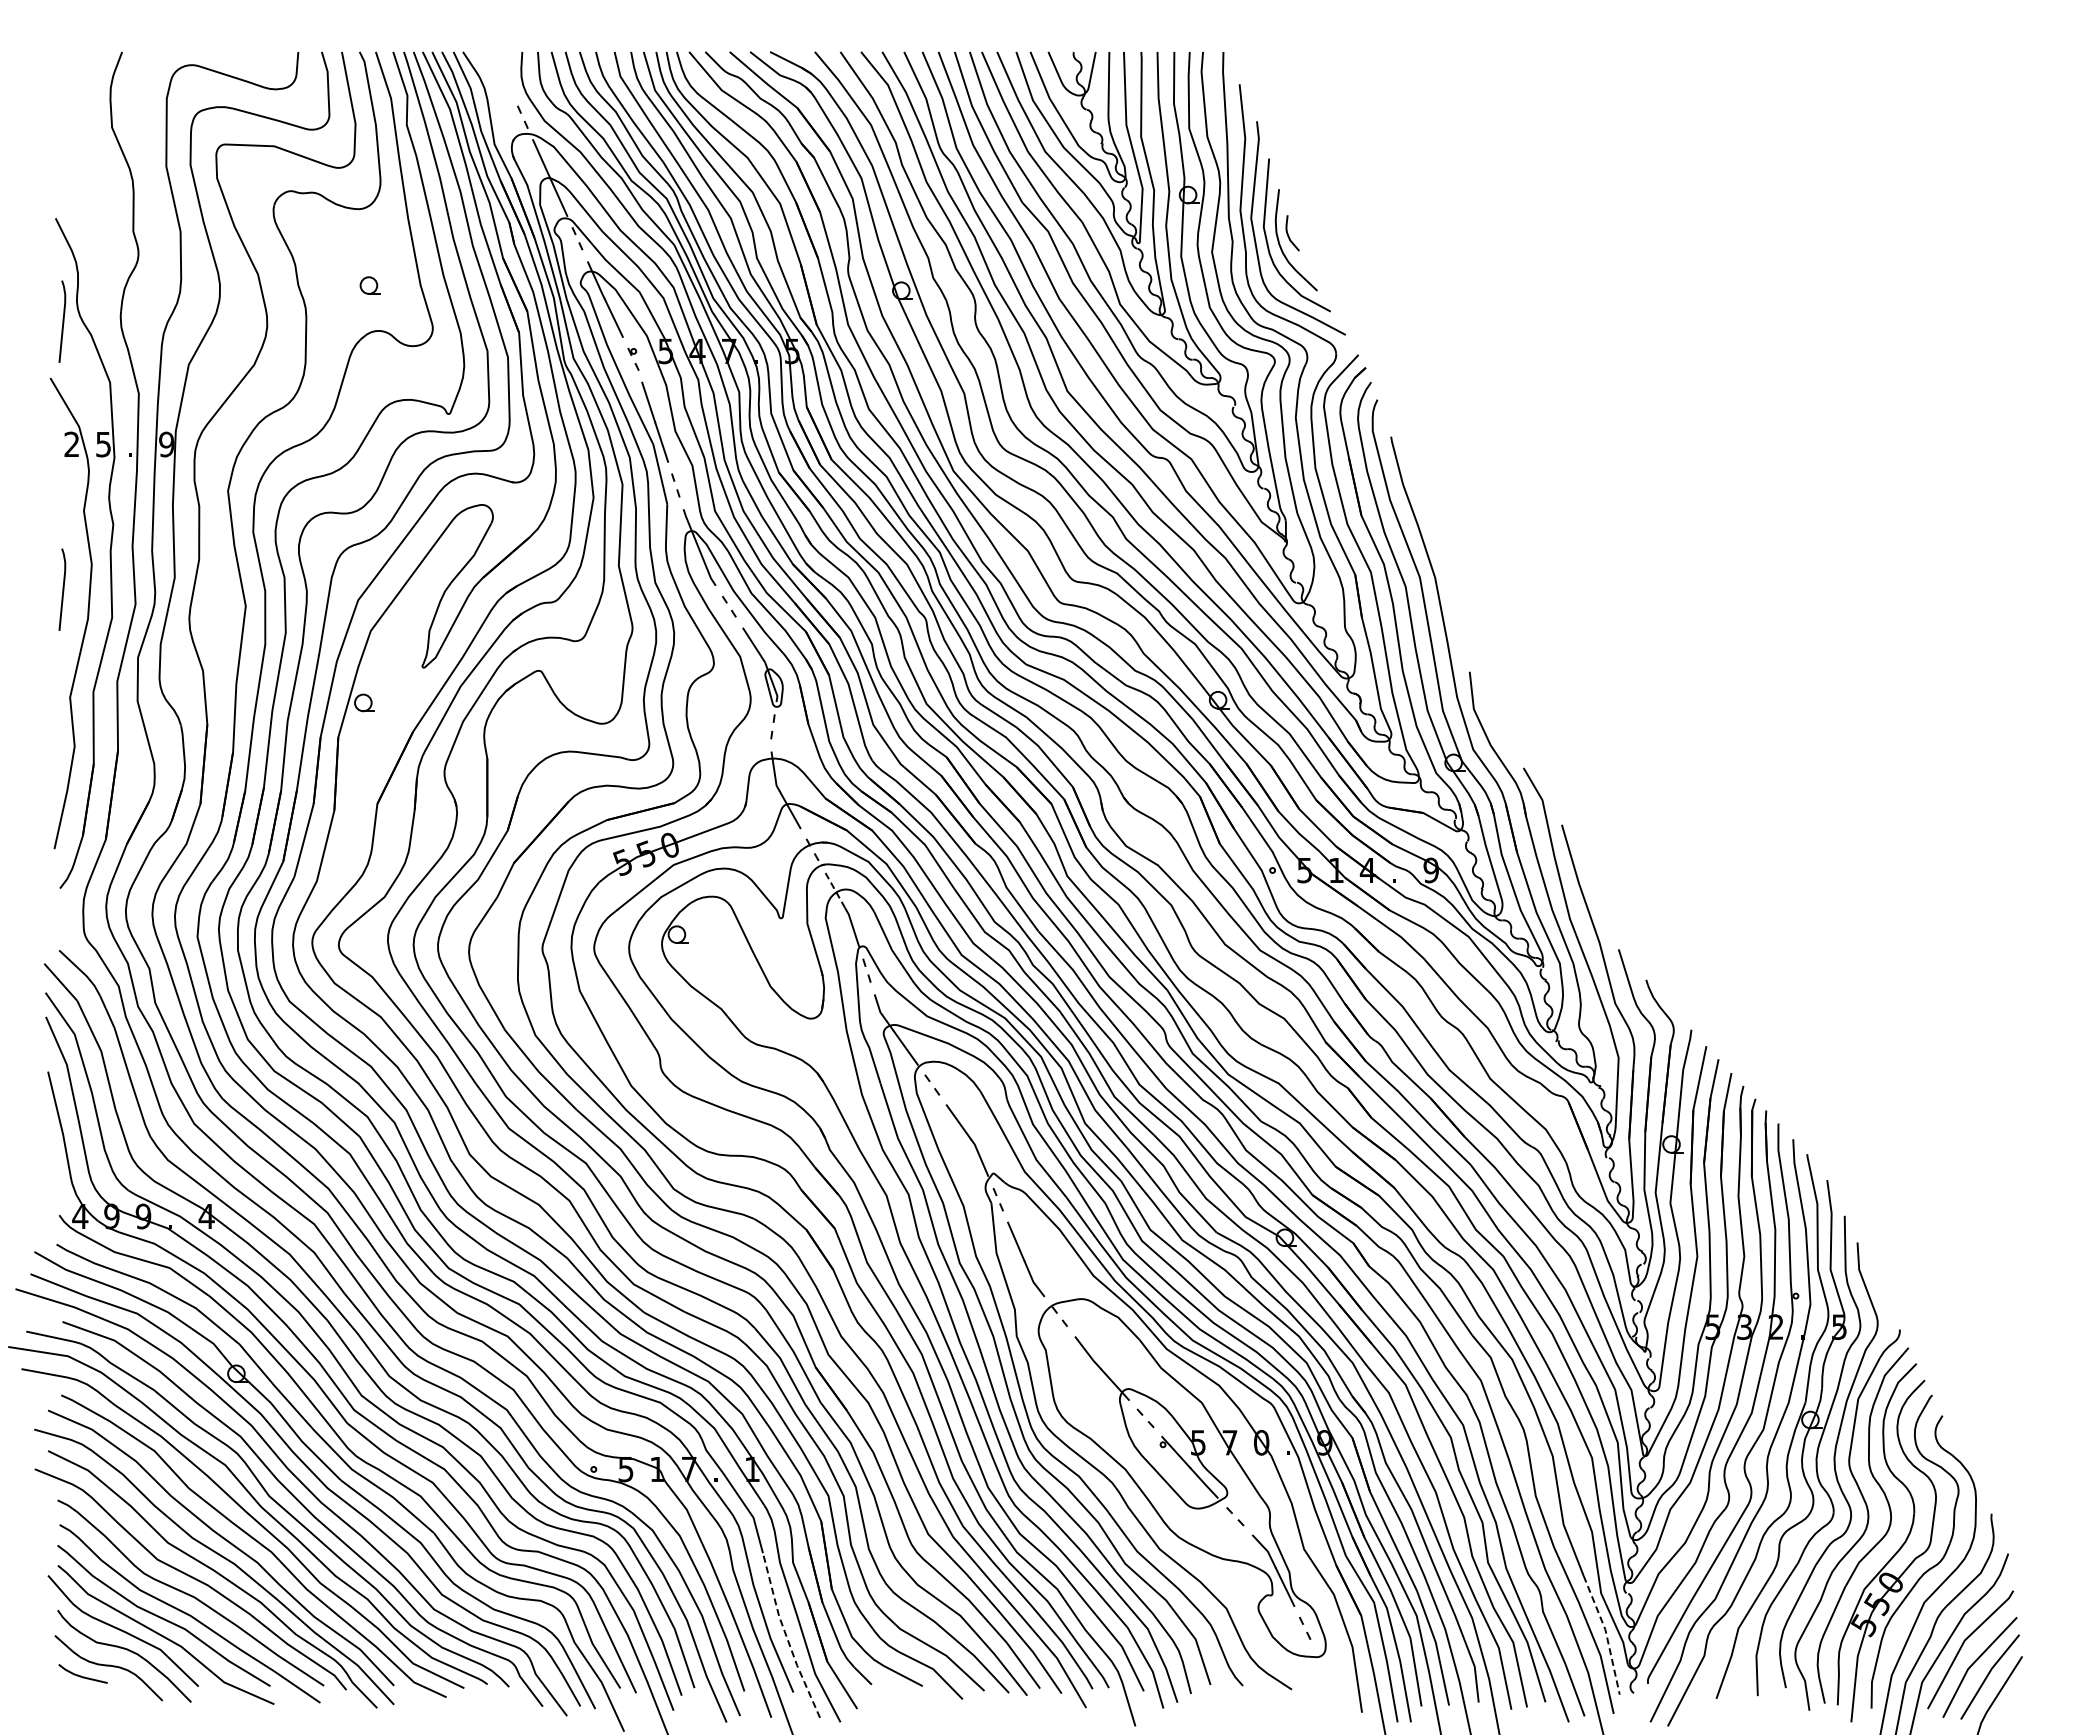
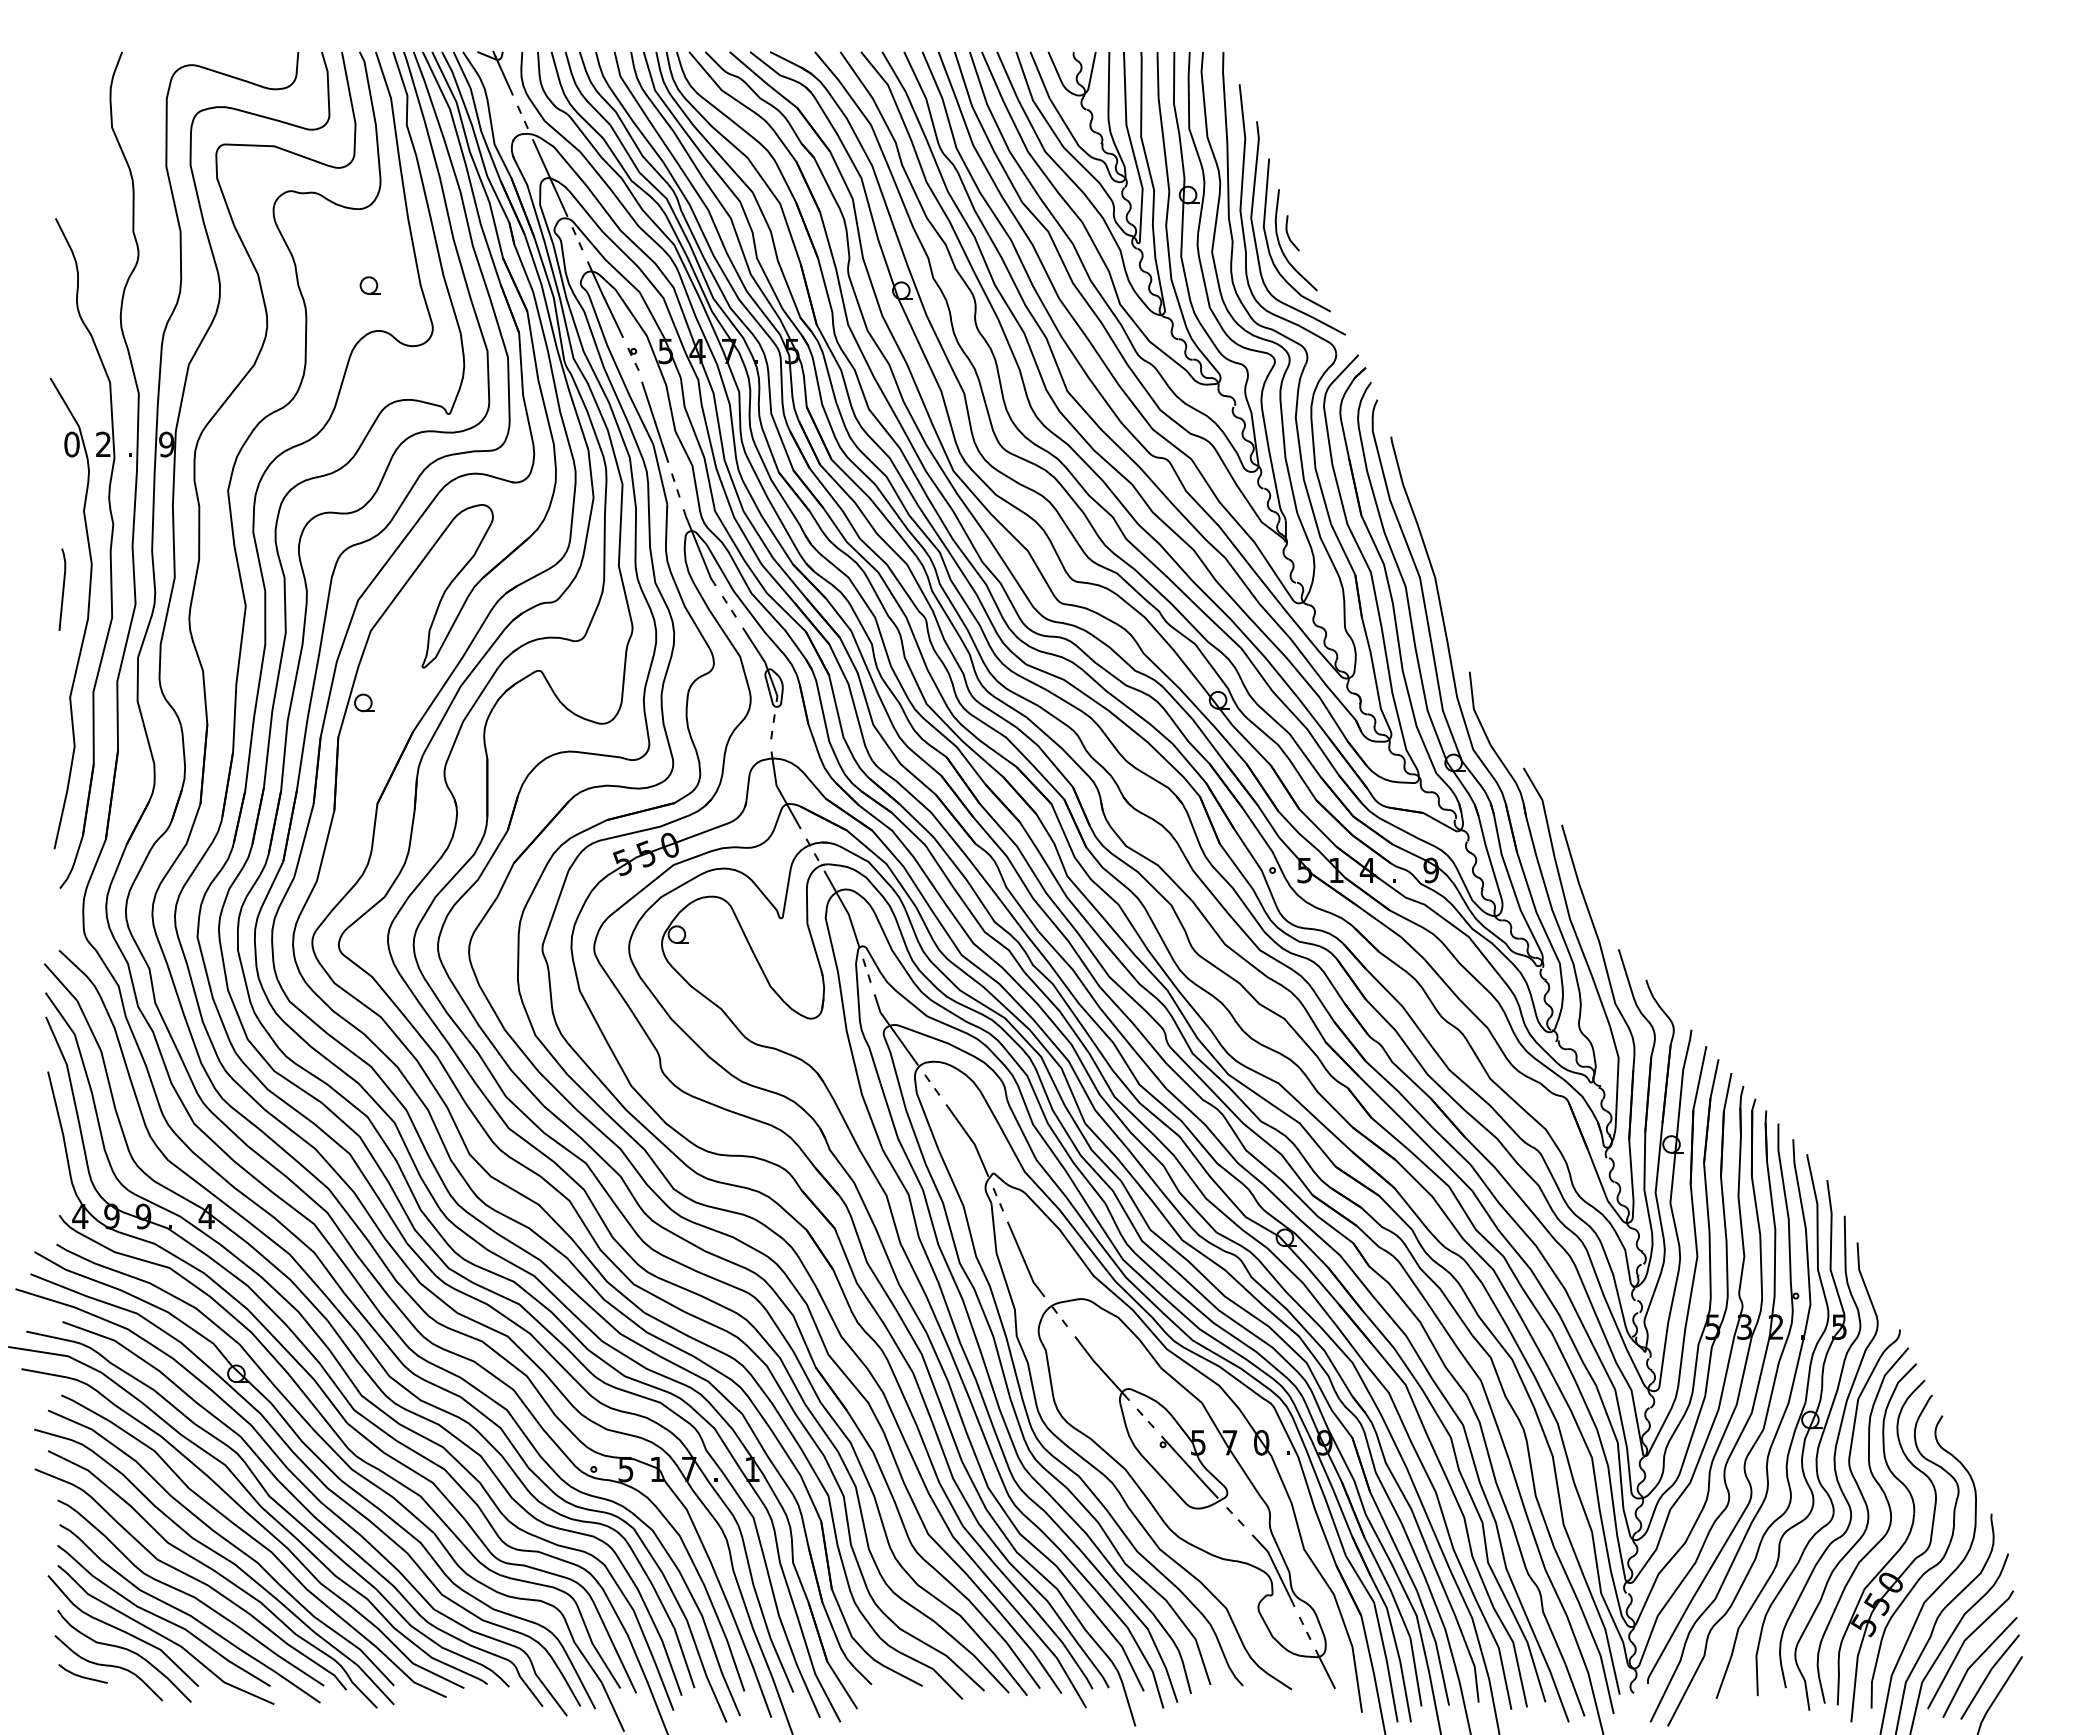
part at (495, 72): none -> present
line at (62, 321): present -> none
text at (71, 444): 2 -> 0
text at (103, 444): 5 -> 2
line at (834, 889): dashed -> solid
line at (1606, 1633): dashed -> solid
line at (786, 1637): dashed -> solid
line at (1325, 1669): none -> present
